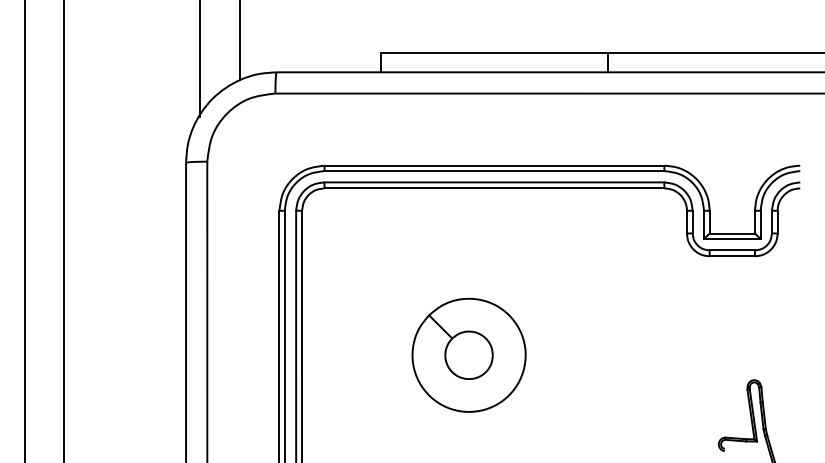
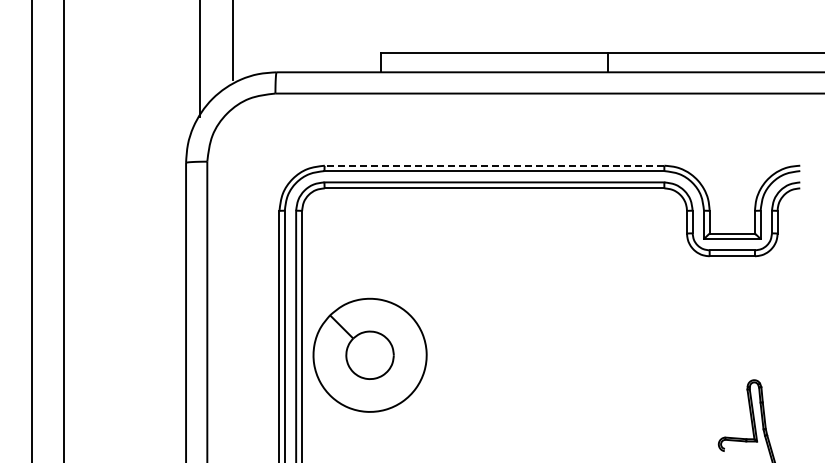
line at (239, 41) position: (239, 41) -> (232, 41)
line at (494, 165): solid -> dashed
line at (24, 230) position: (24, 230) -> (31, 230)
part at (468, 354) position: (468, 354) -> (369, 354)
